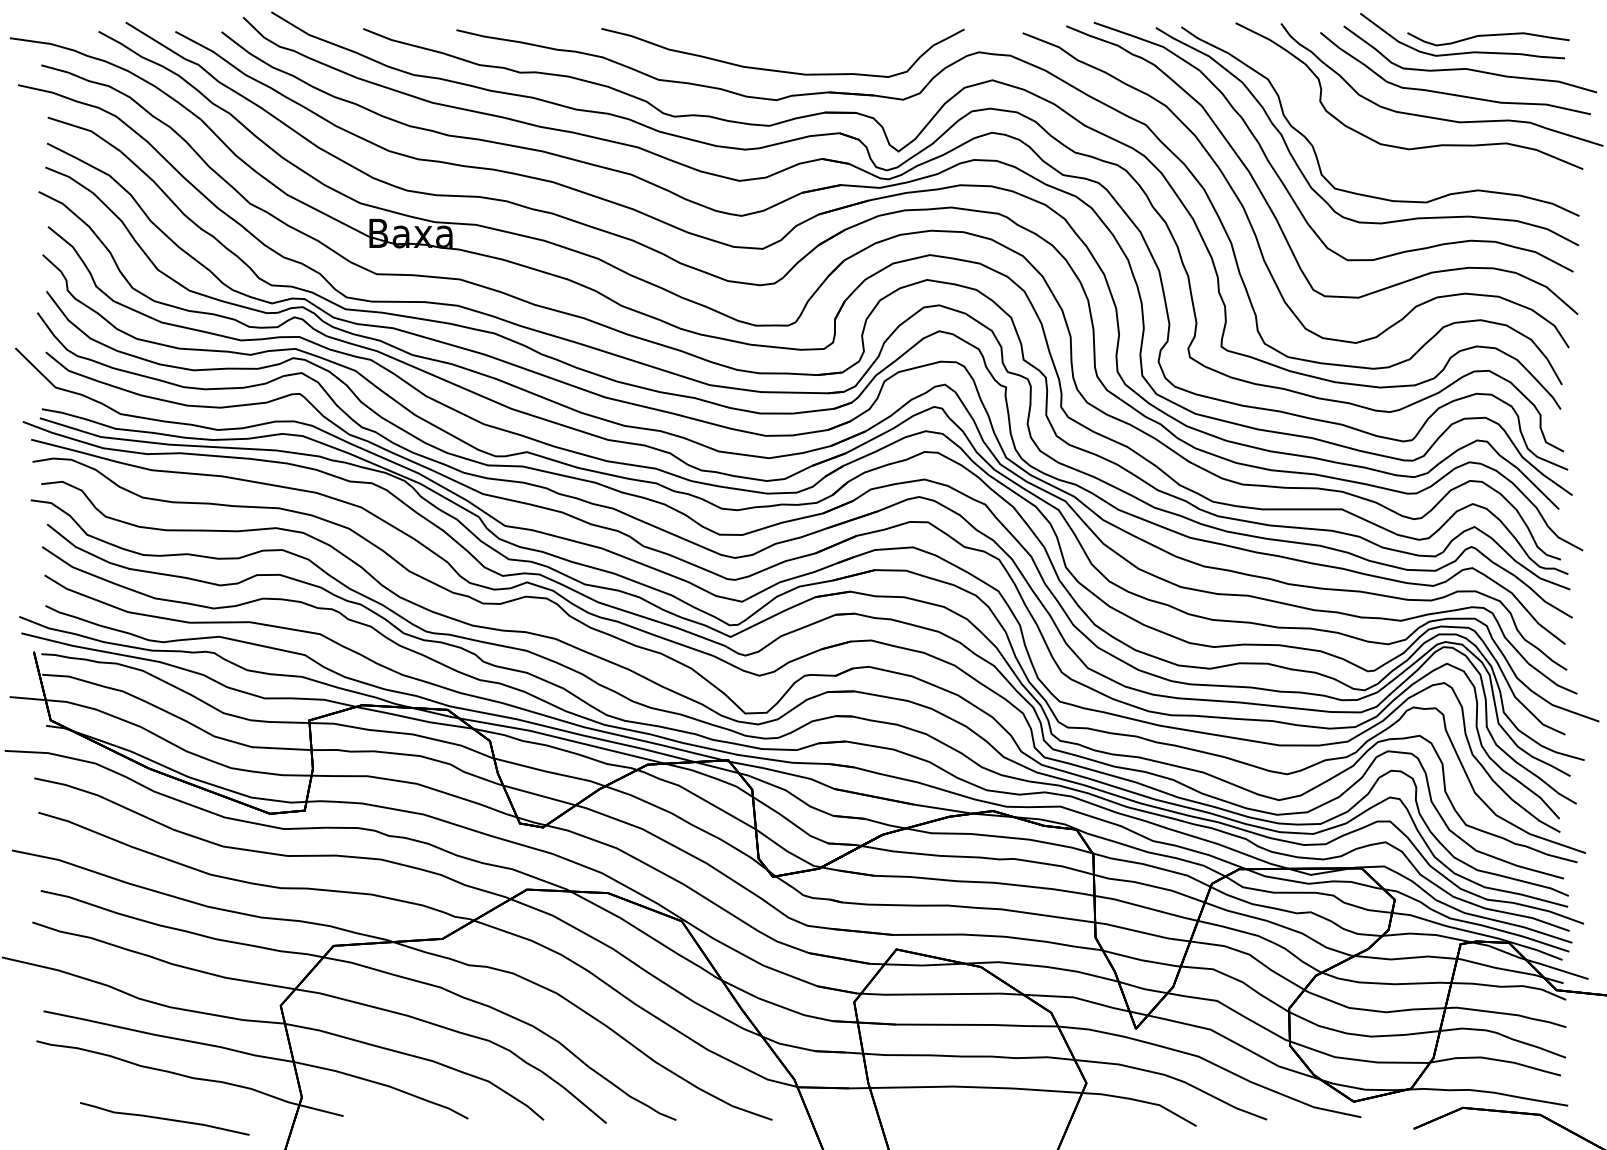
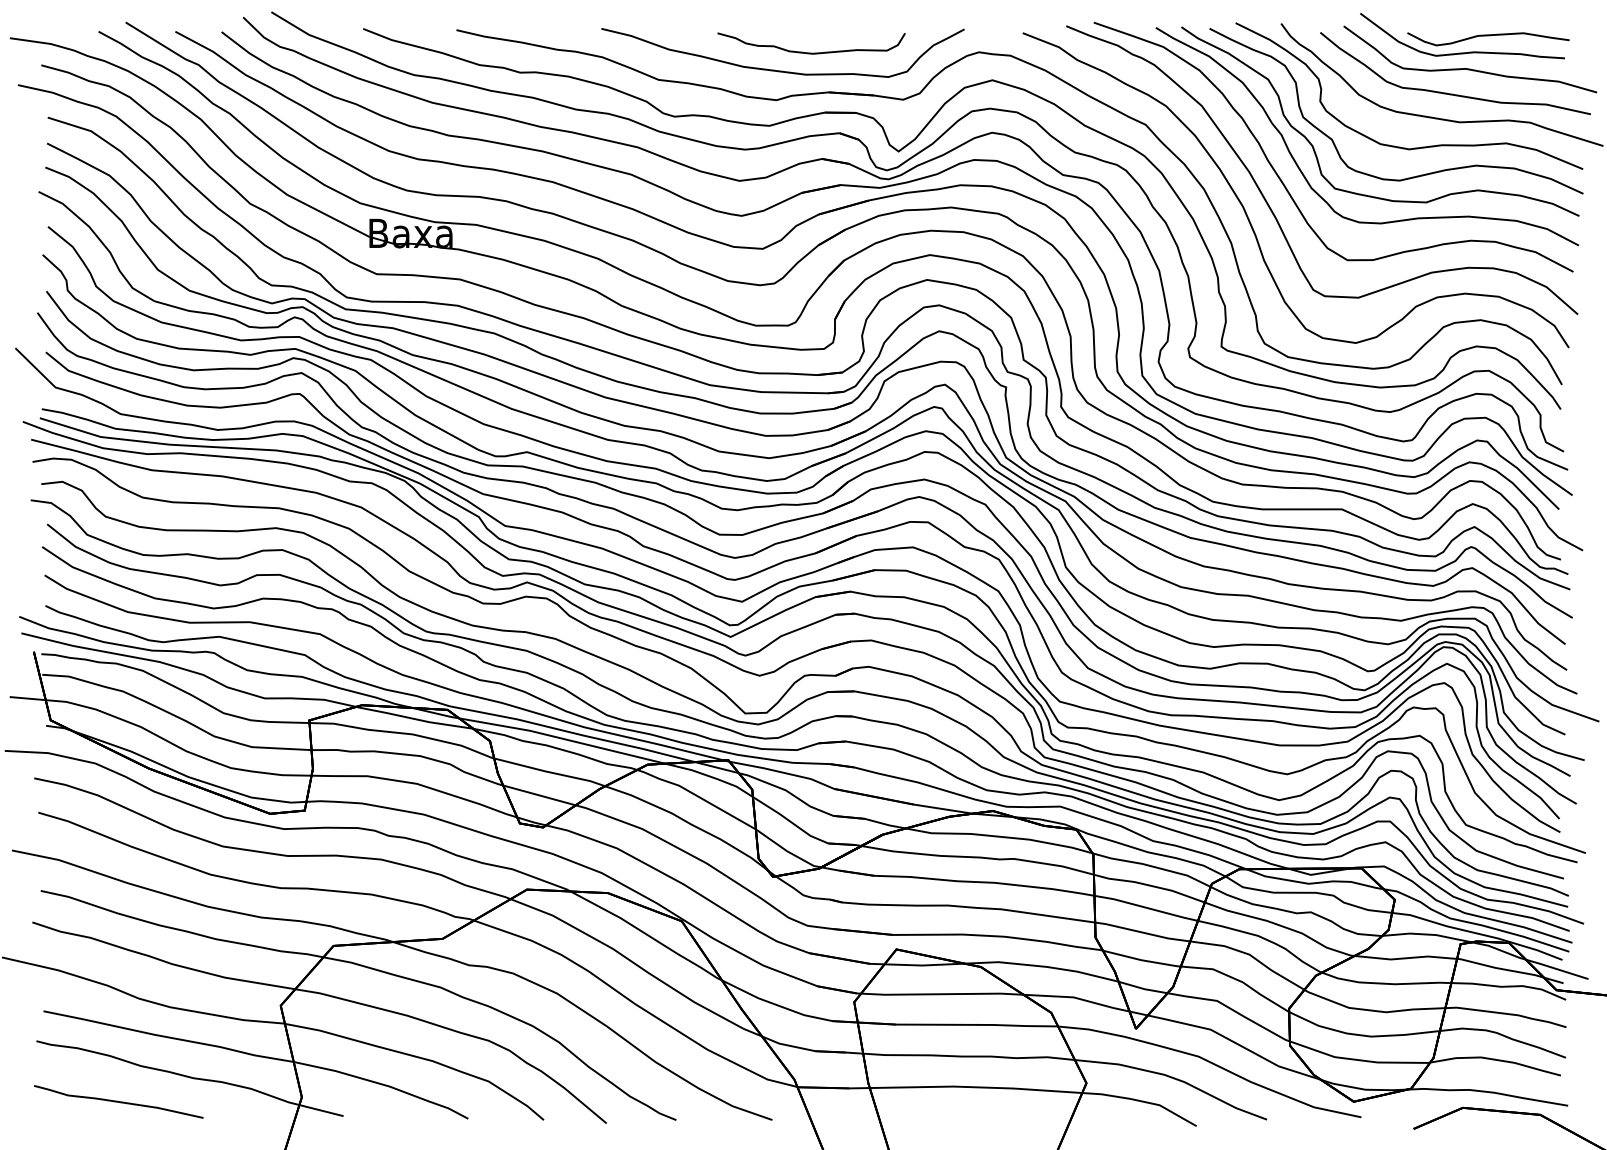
curve at (811, 52): none -> present
curve at (1412, 176): none -> present
curve at (164, 1118) position: (164, 1118) -> (118, 1101)
